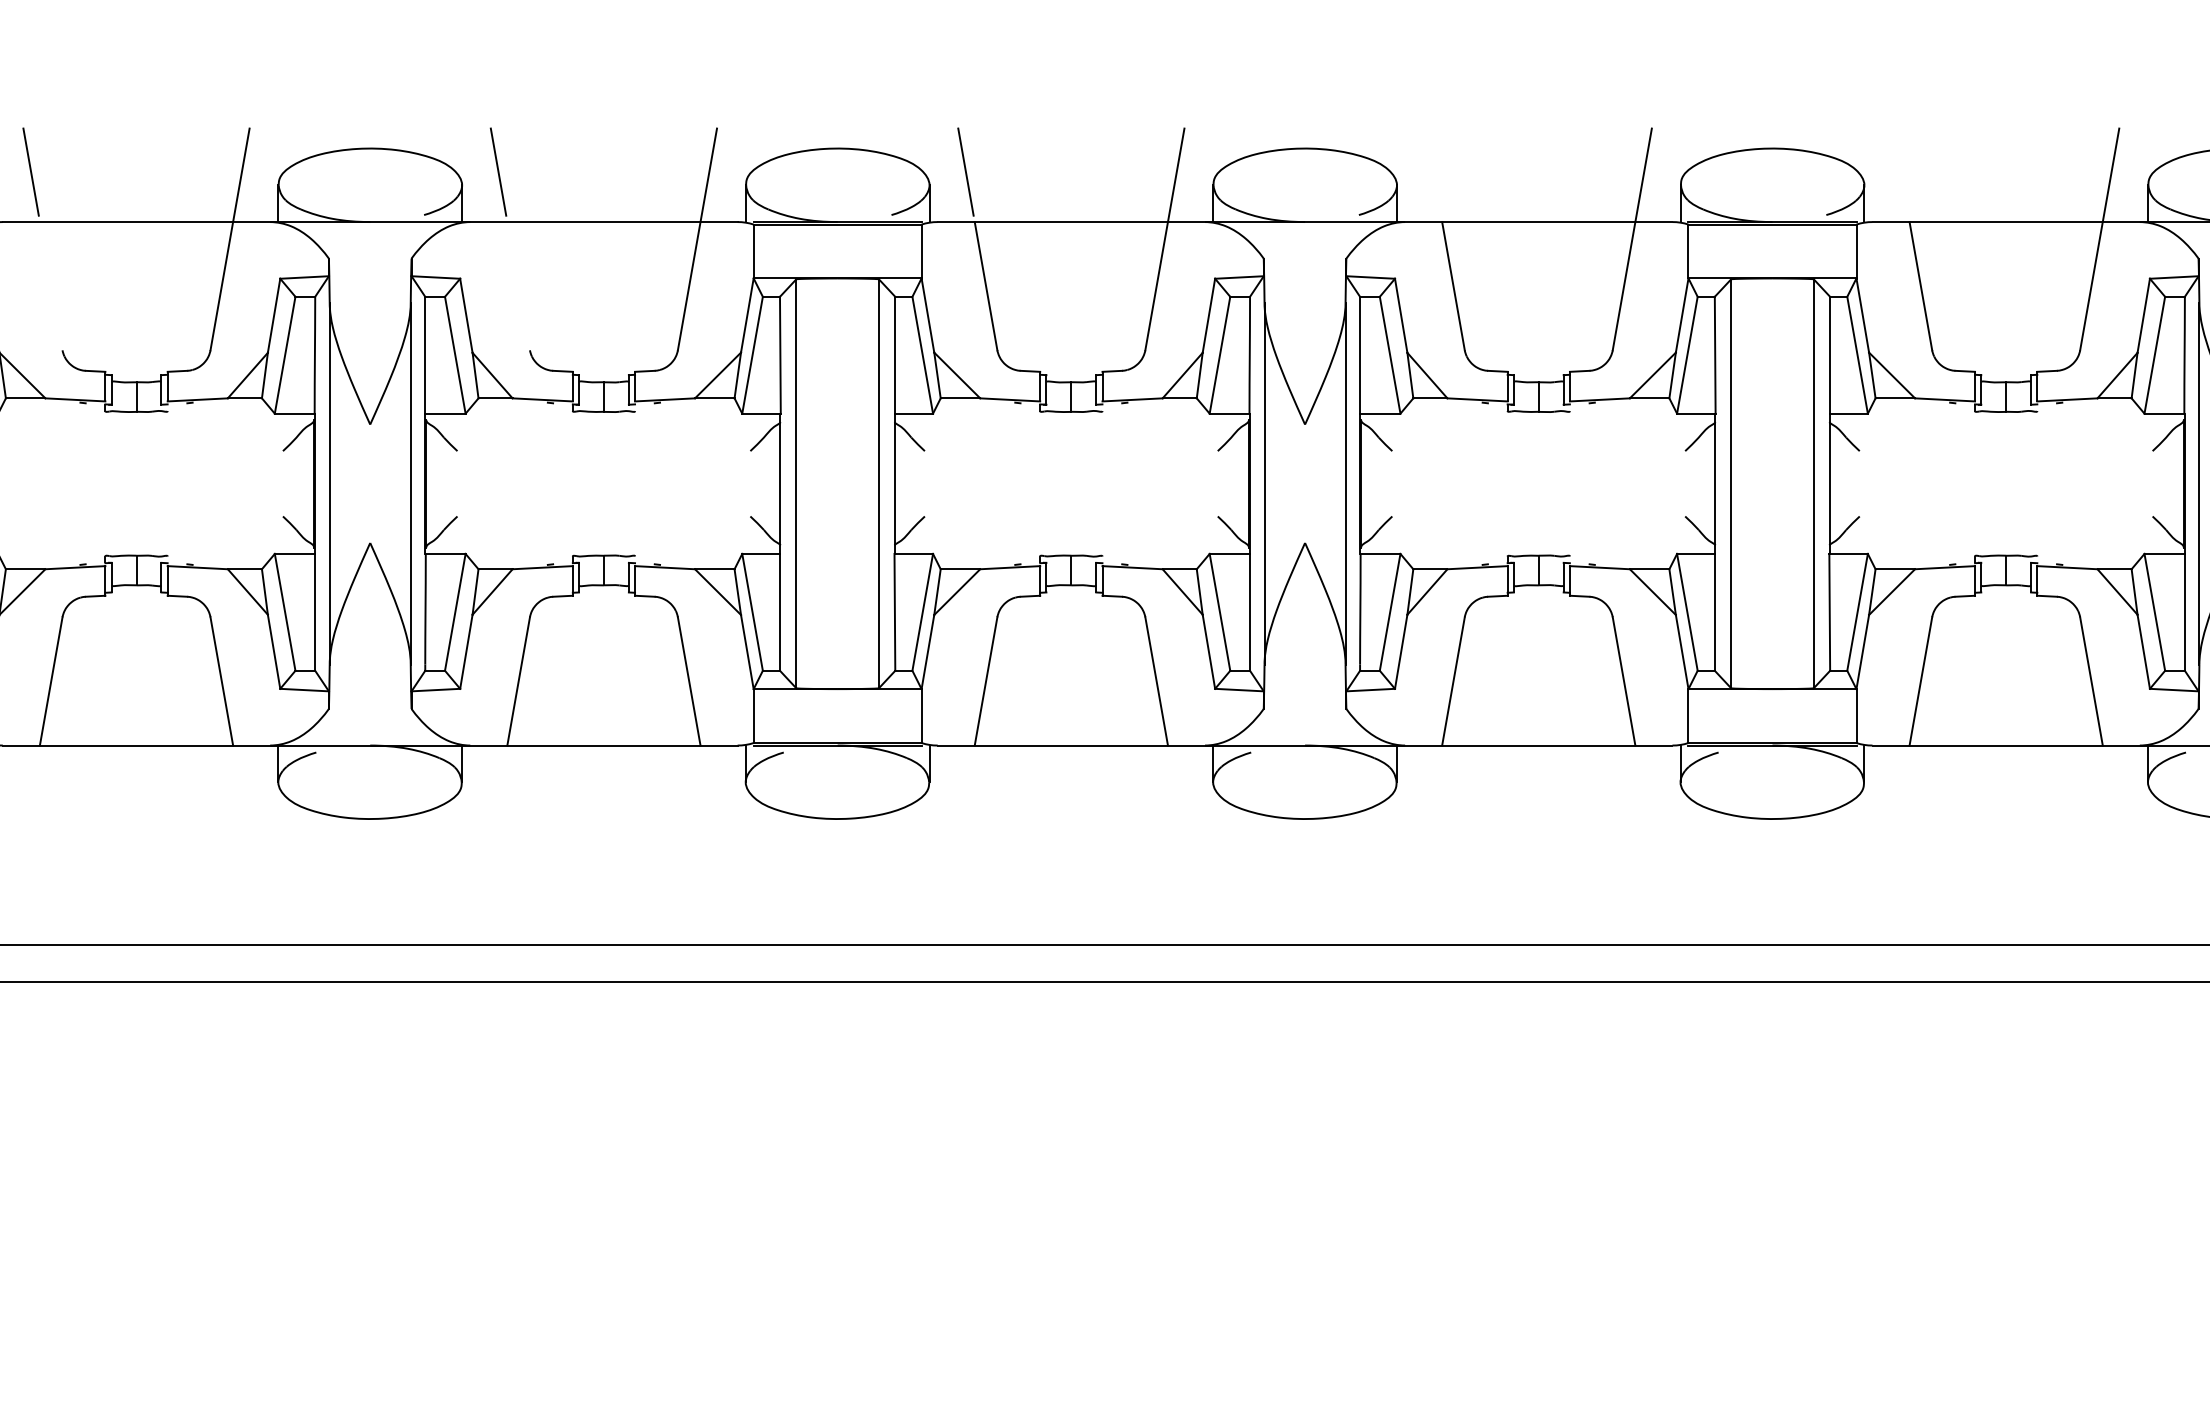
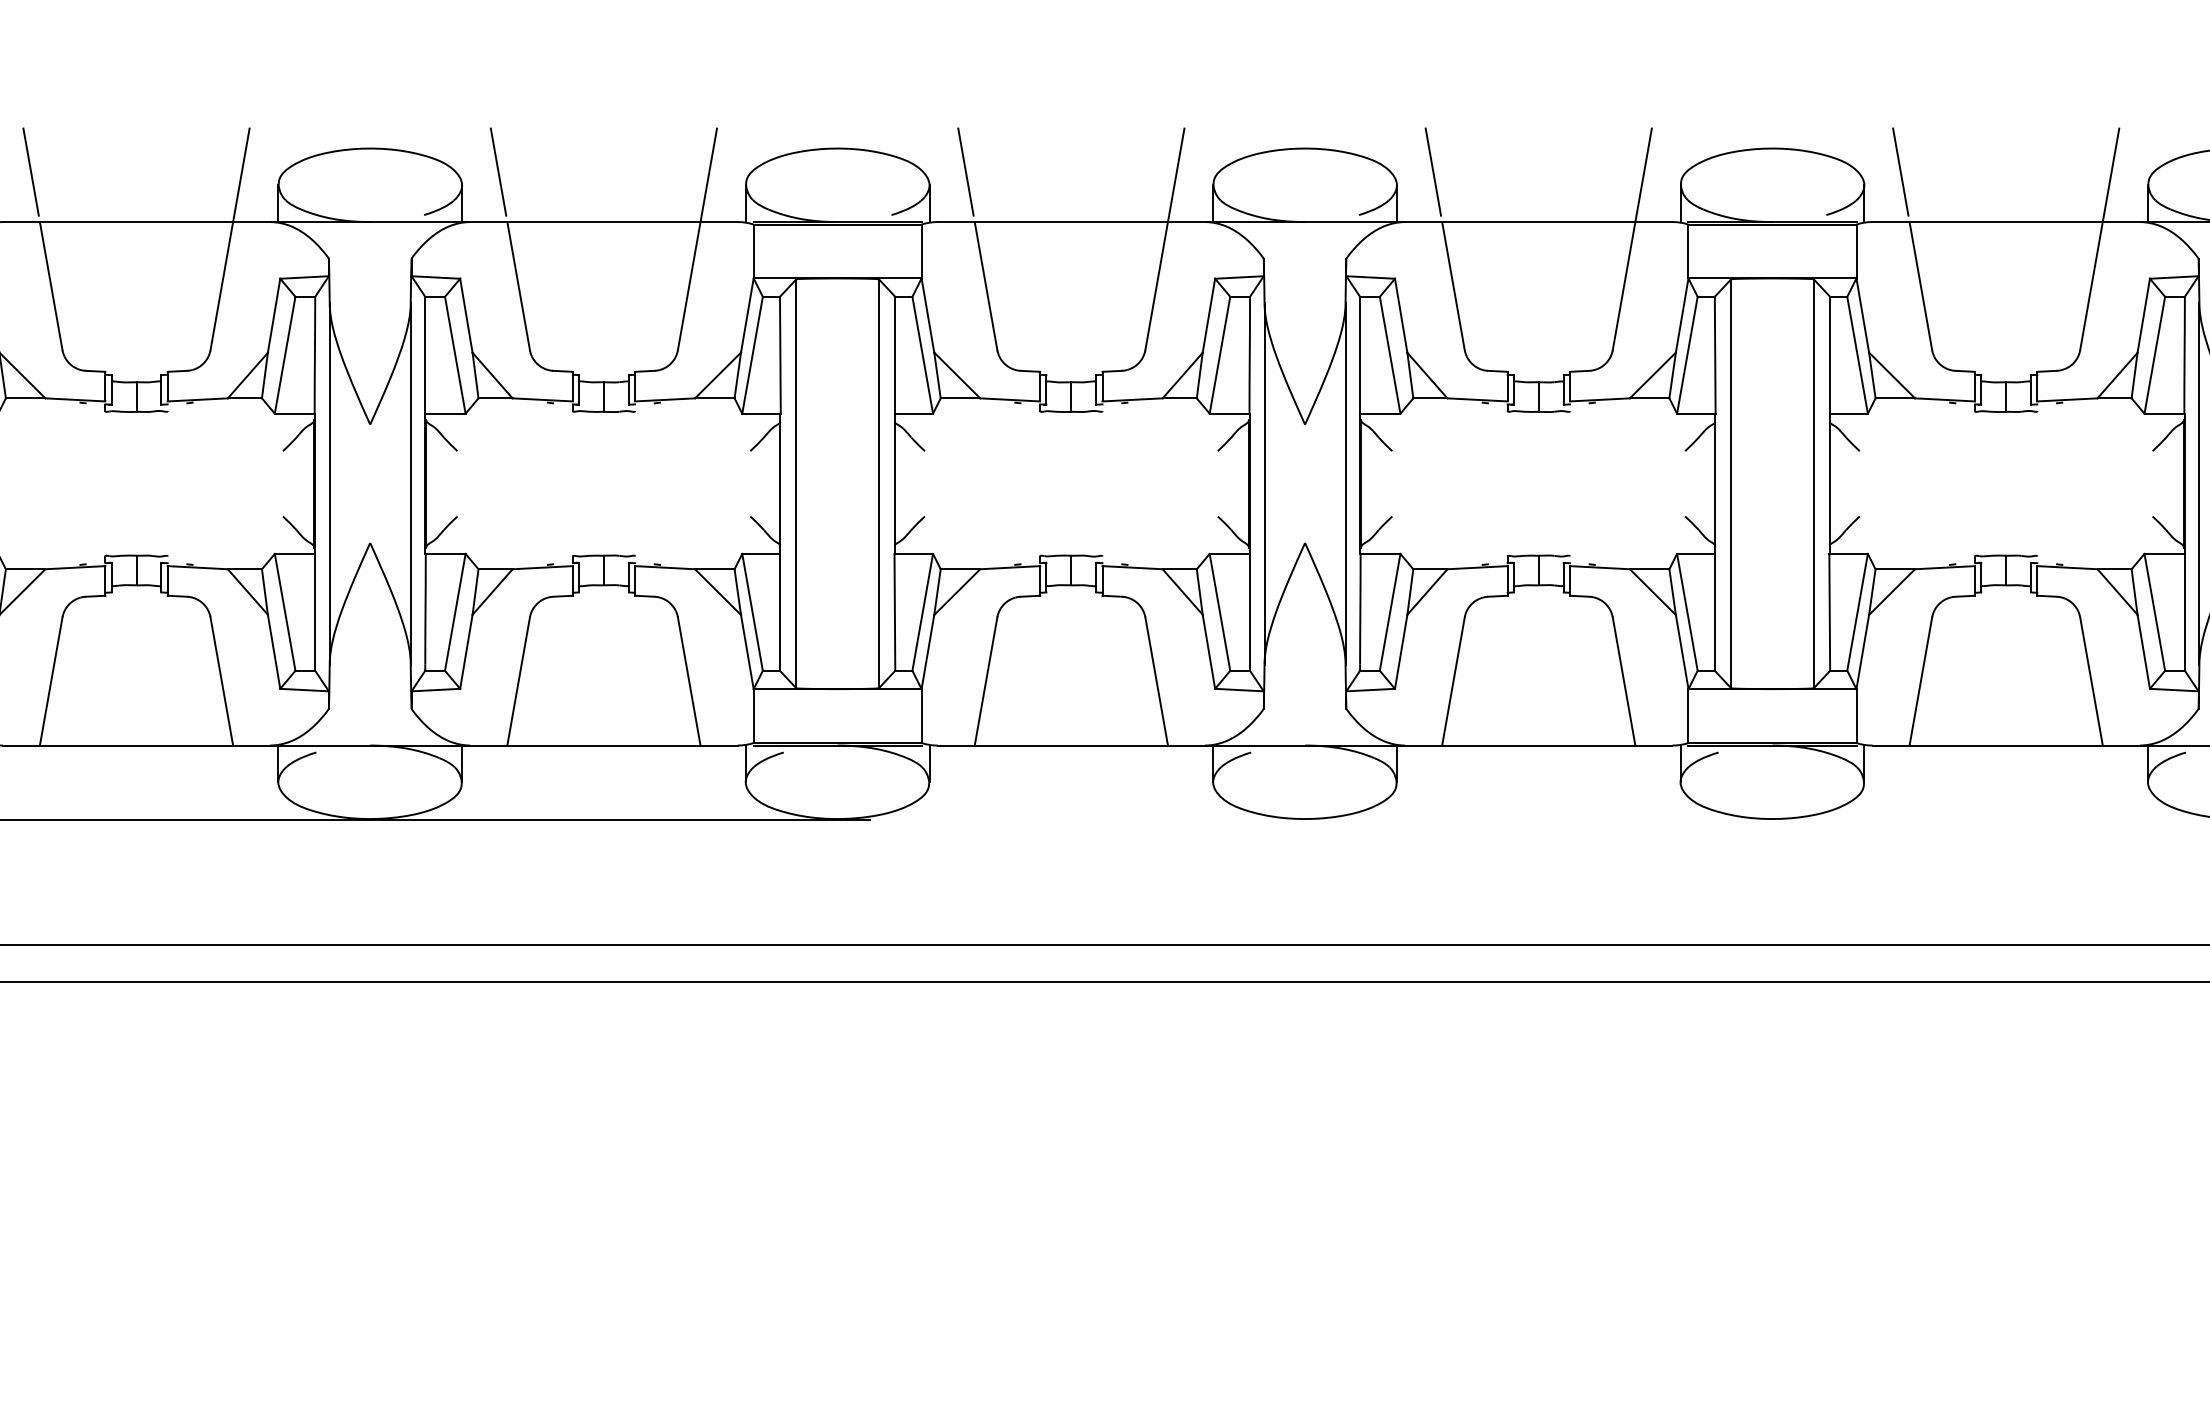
line at (1433, 171): none -> present
line at (1900, 171): none -> present
line at (50, 286): none -> present
line at (518, 286): none -> present
line at (436, 820): none -> present
